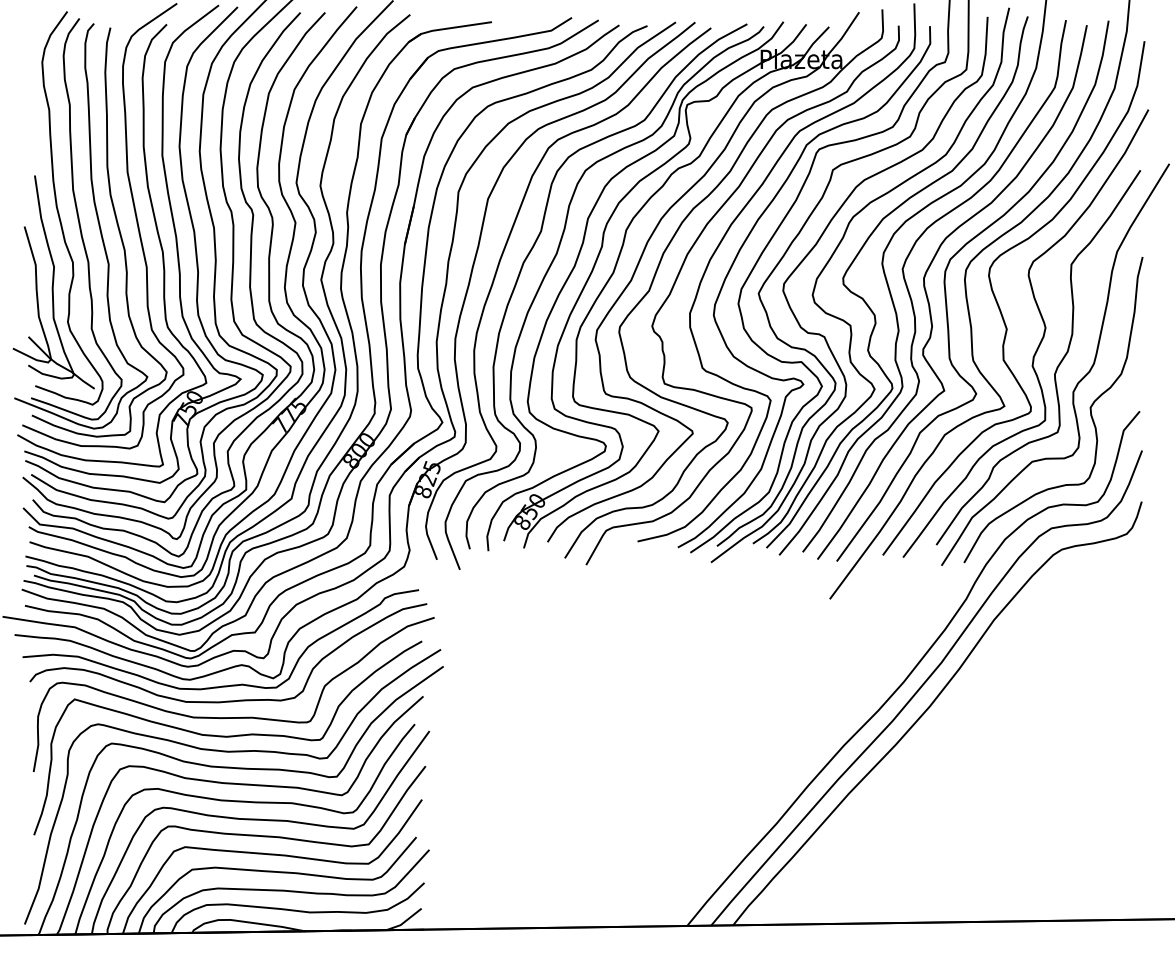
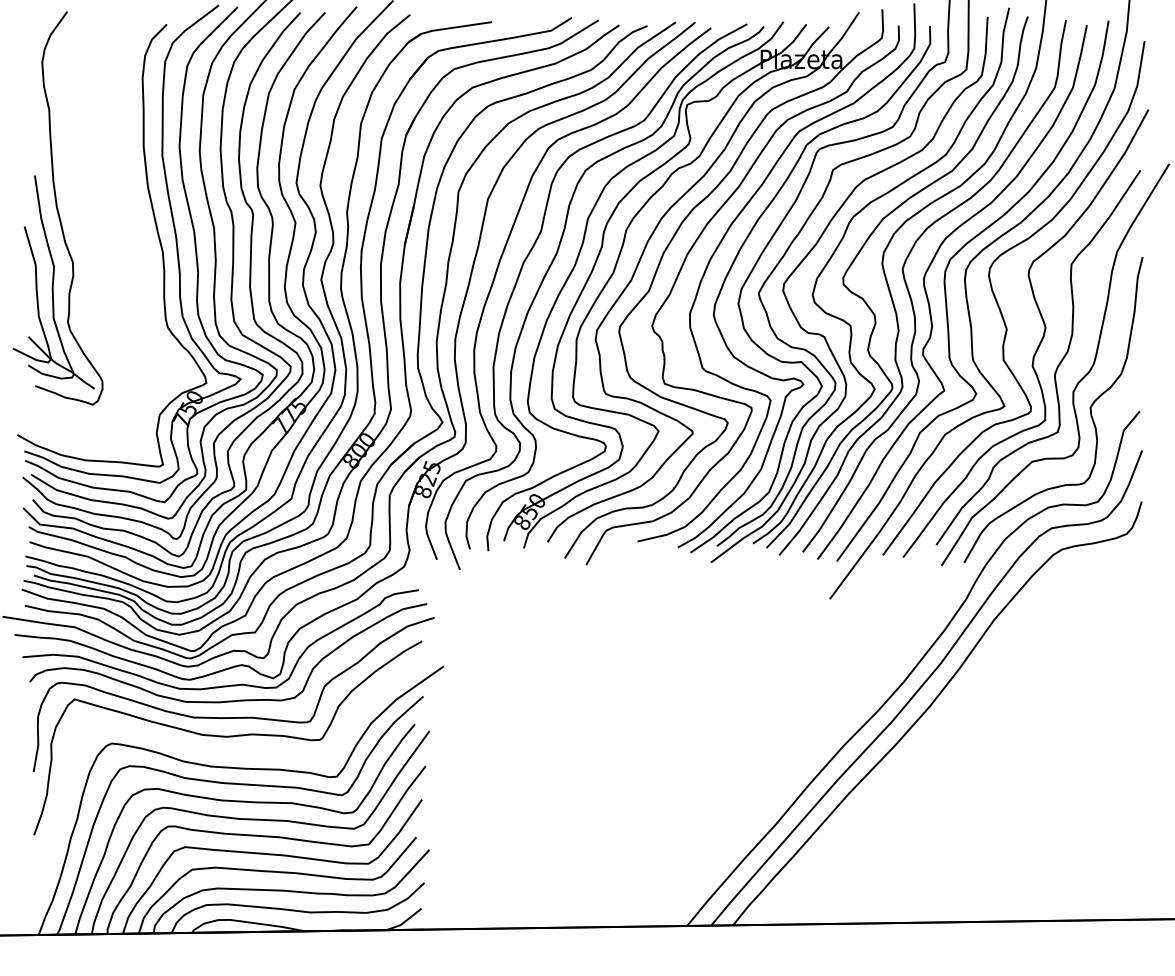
part at (99, 226): present -> none
part at (232, 752): present -> none
